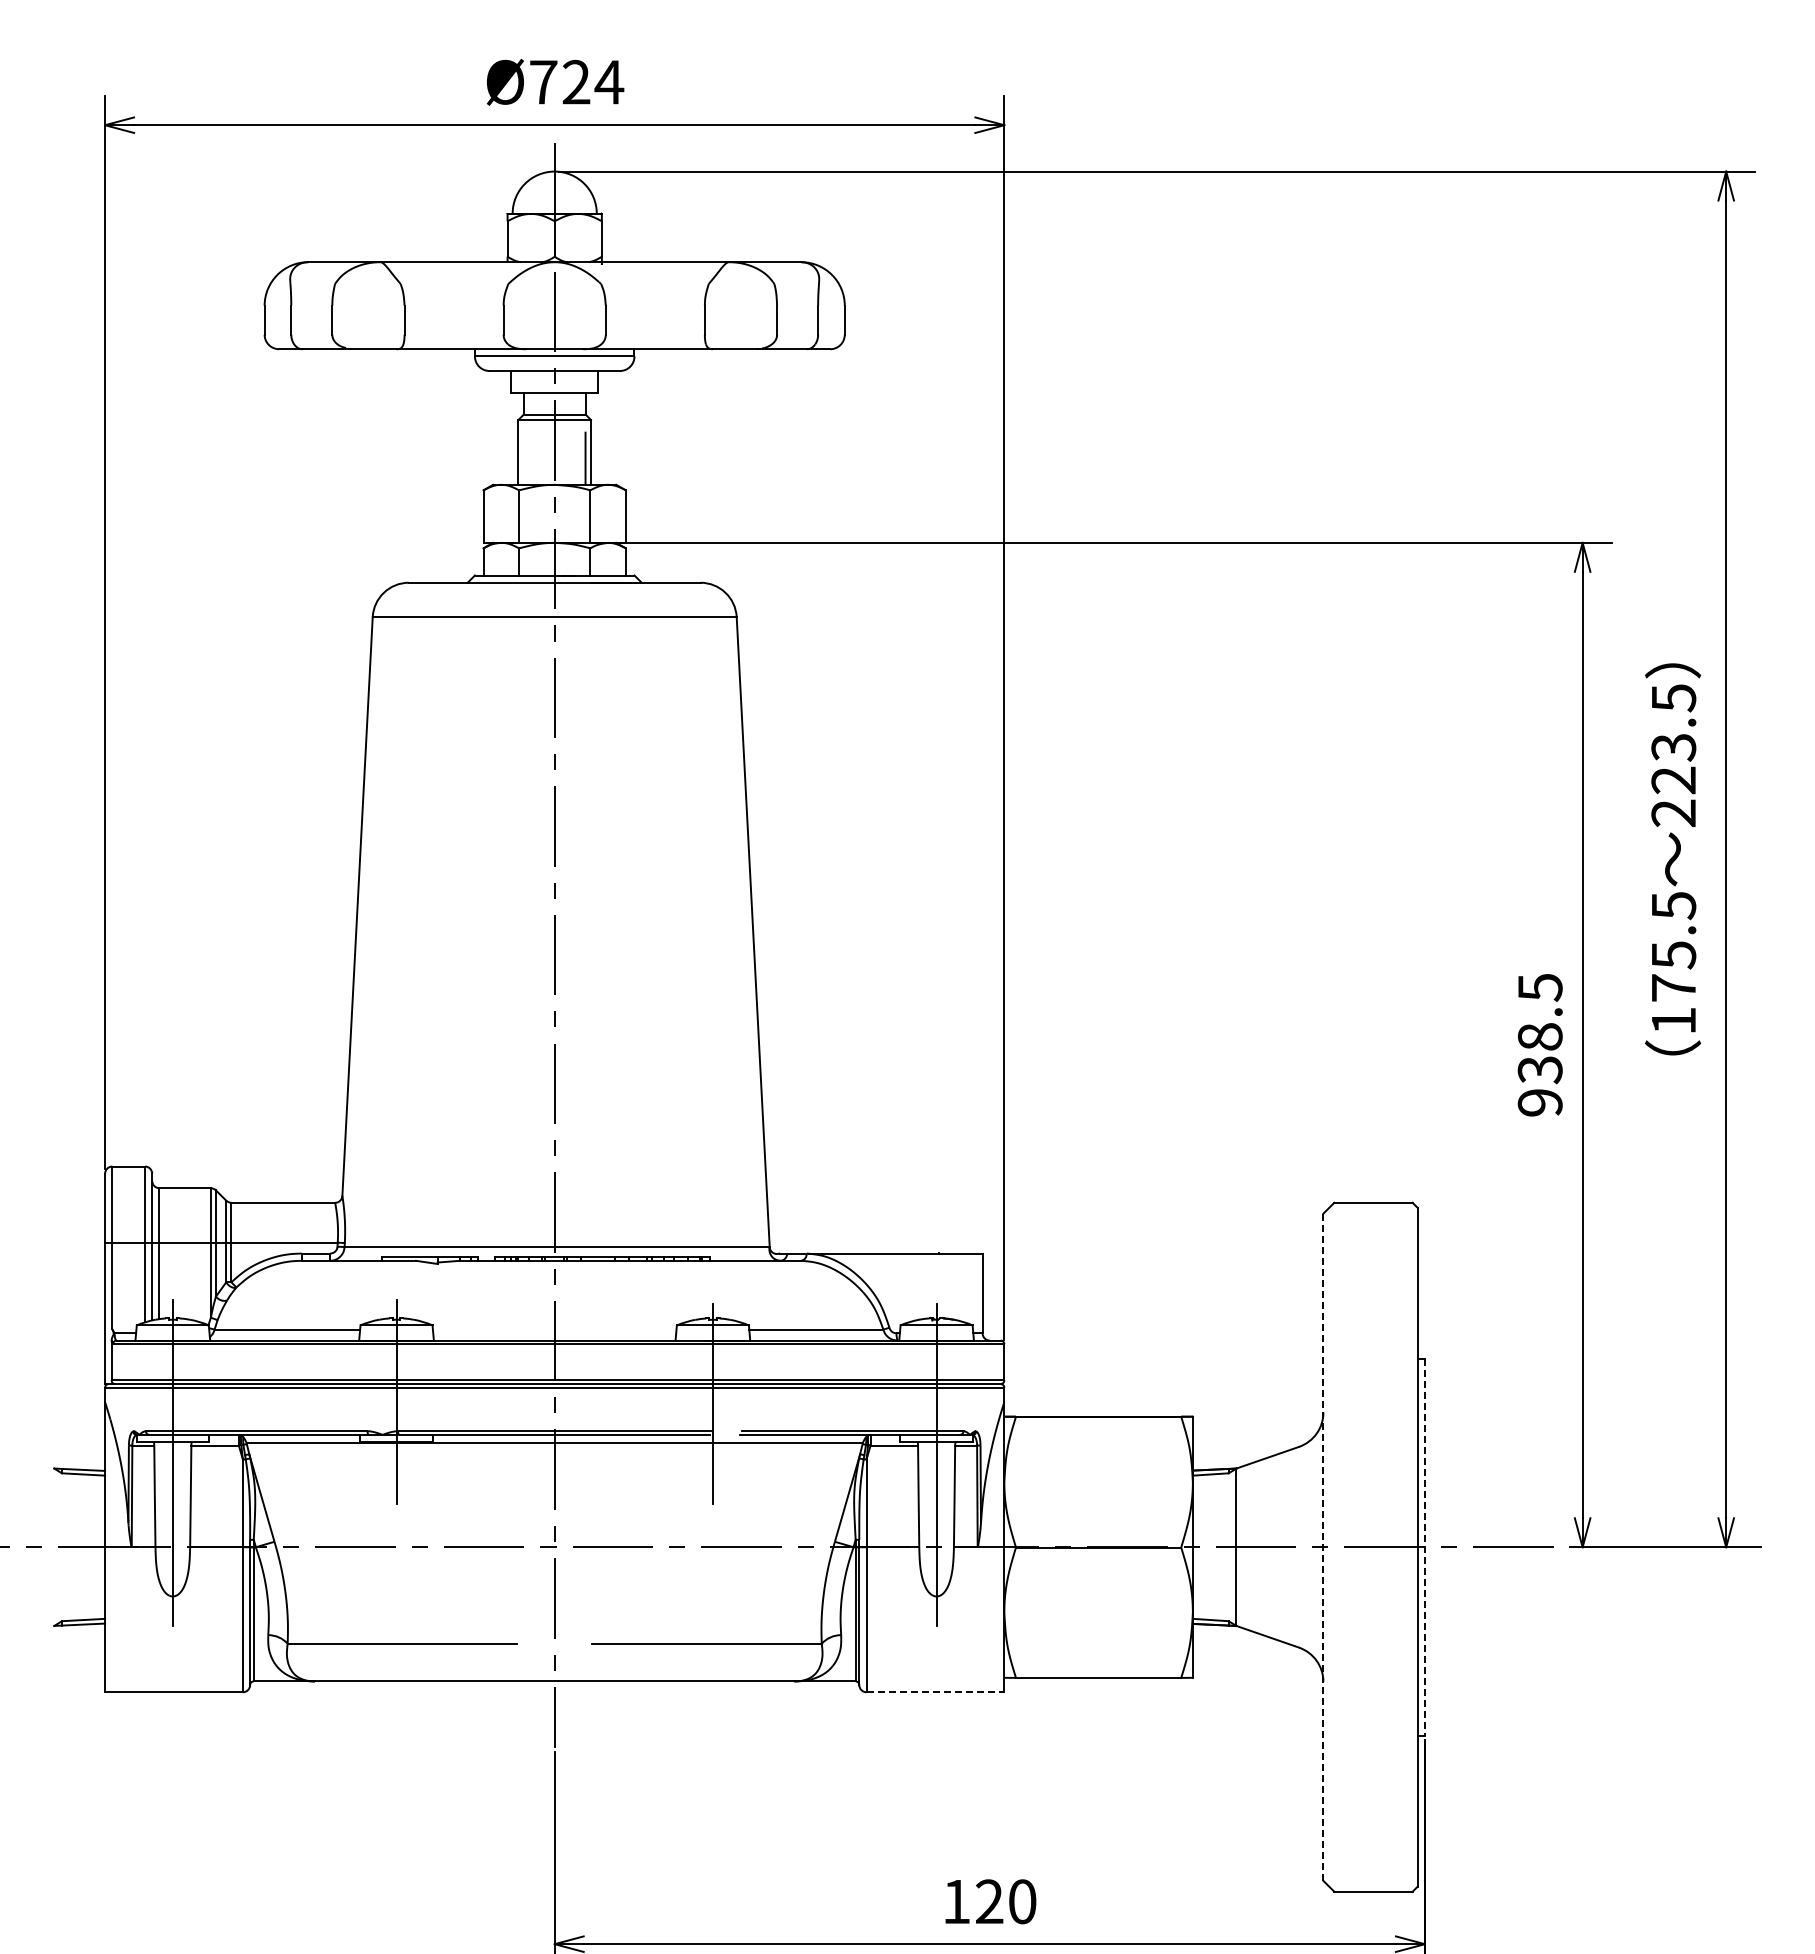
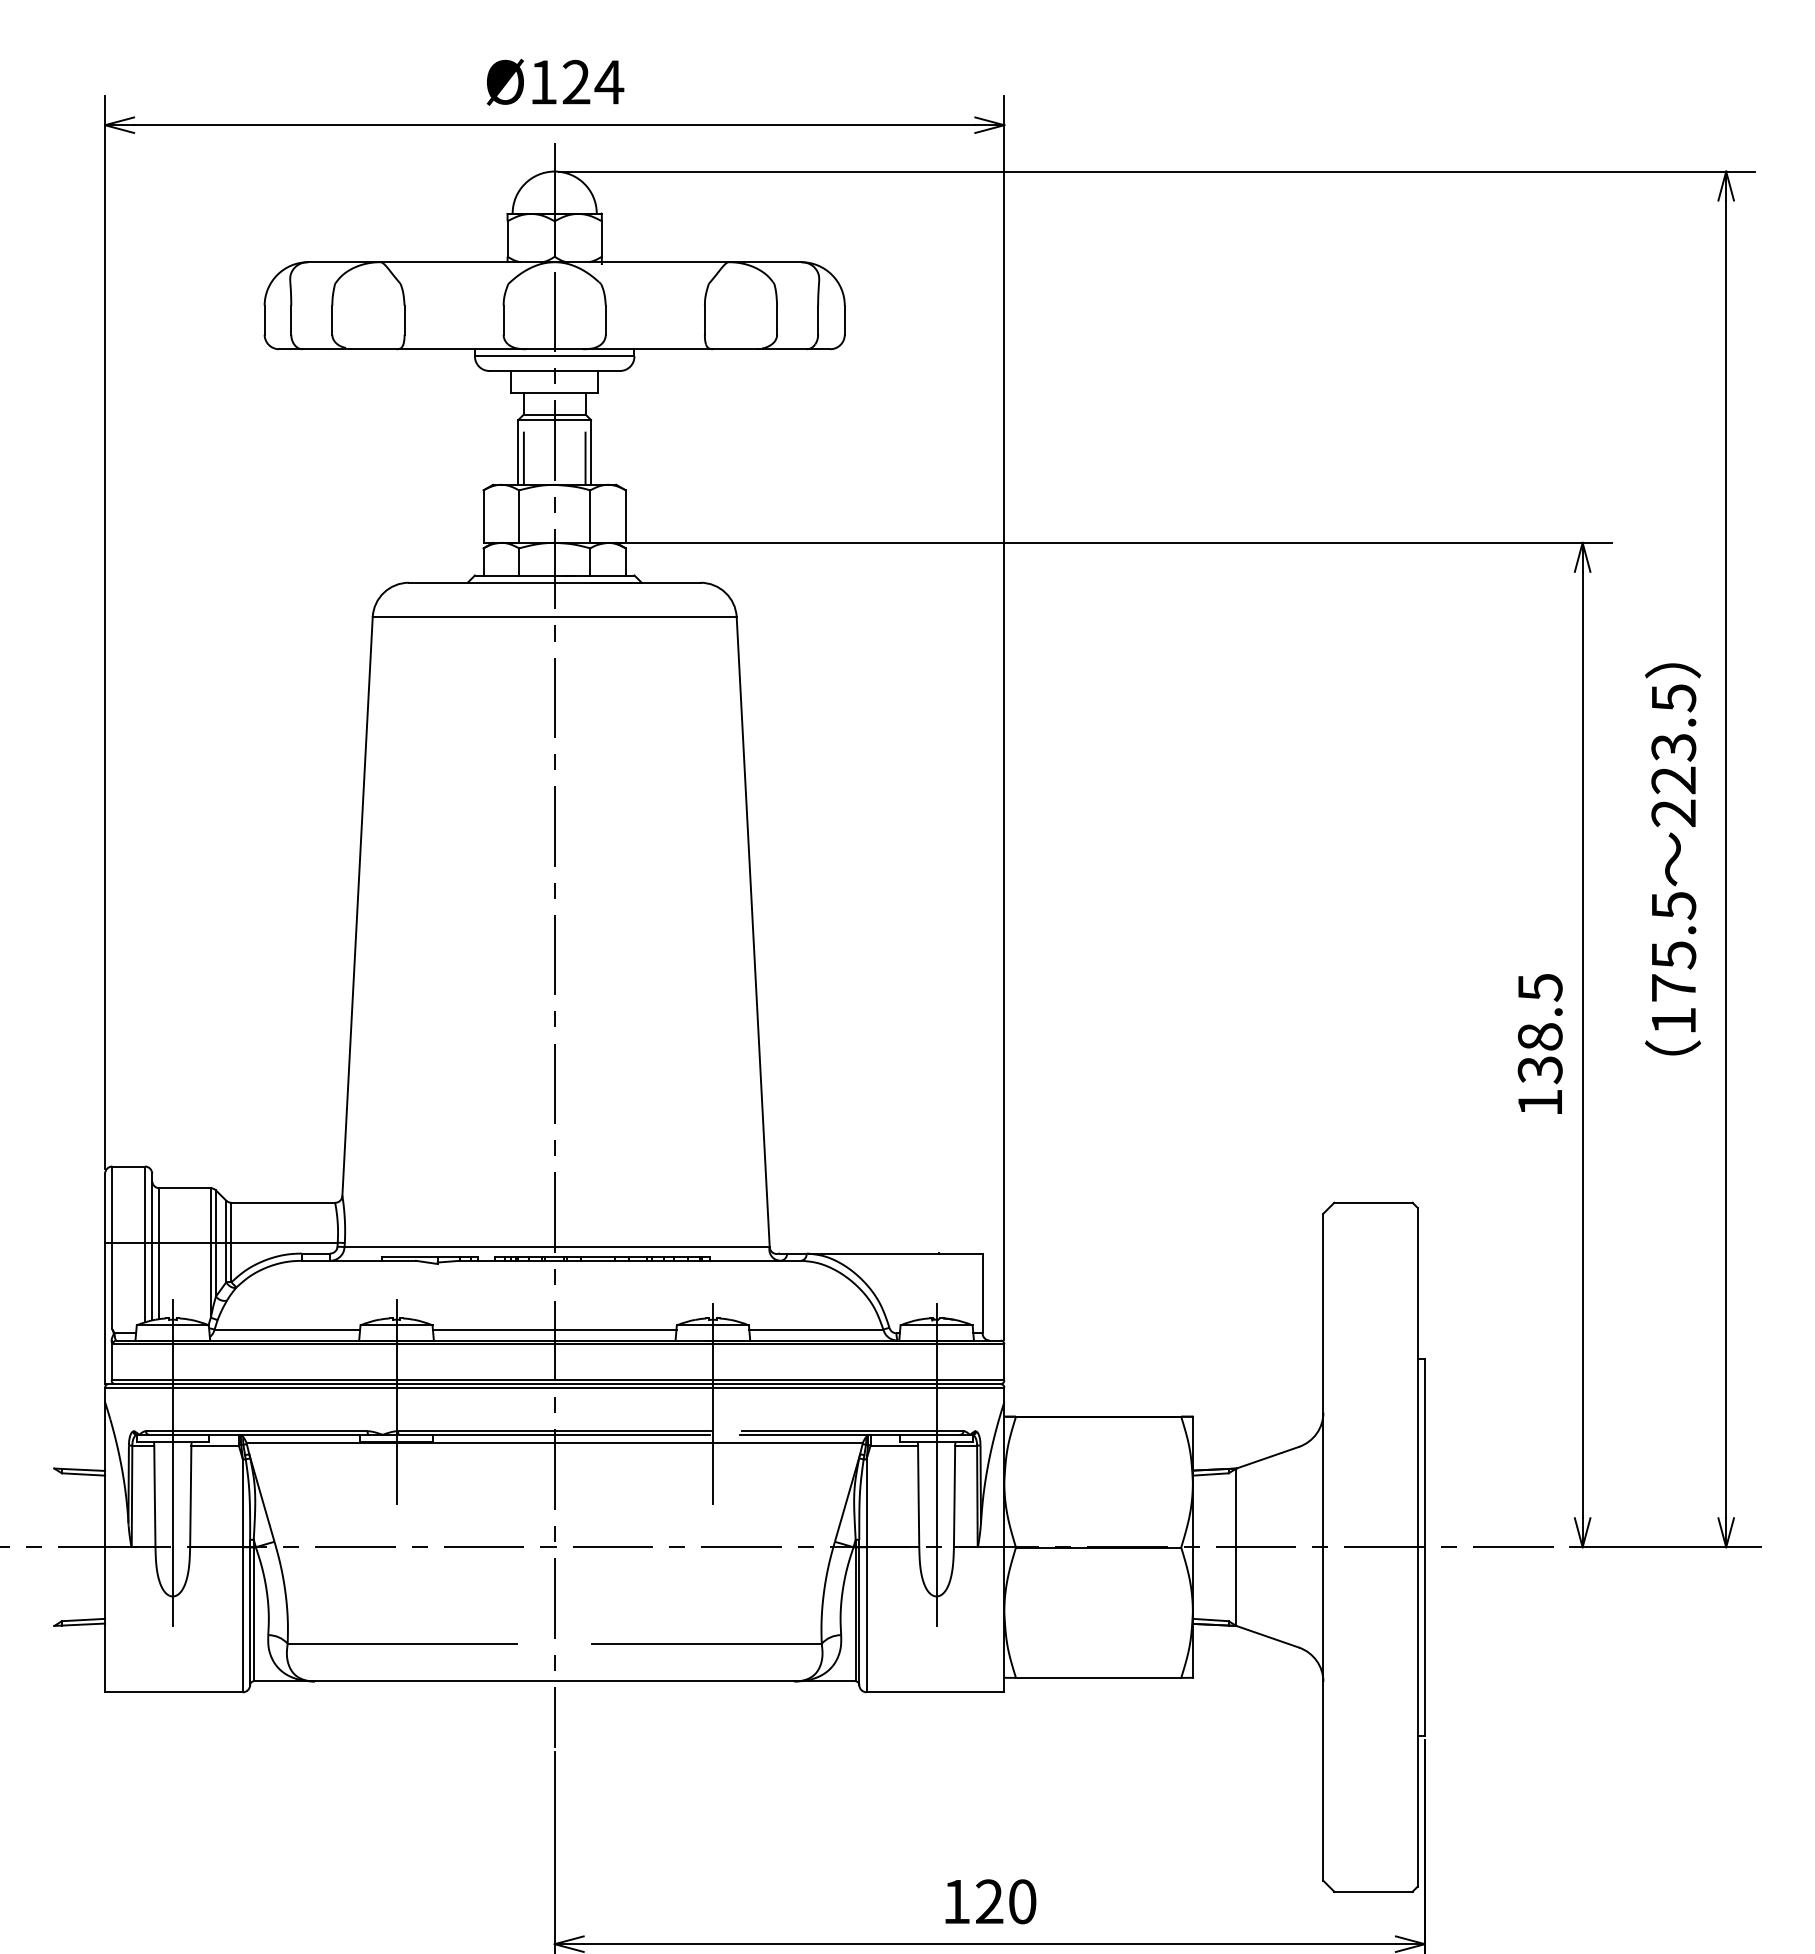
text at (543, 82): Ø724 -> Ø124
line at (523, 458): none -> present
text at (1539, 1102): 938.5 -> 138.5
line at (554, 1329): none -> present
line at (1323, 1547): dashed -> solid
line at (1424, 1547): dashed -> solid
line at (935, 1692): dashed -> solid
